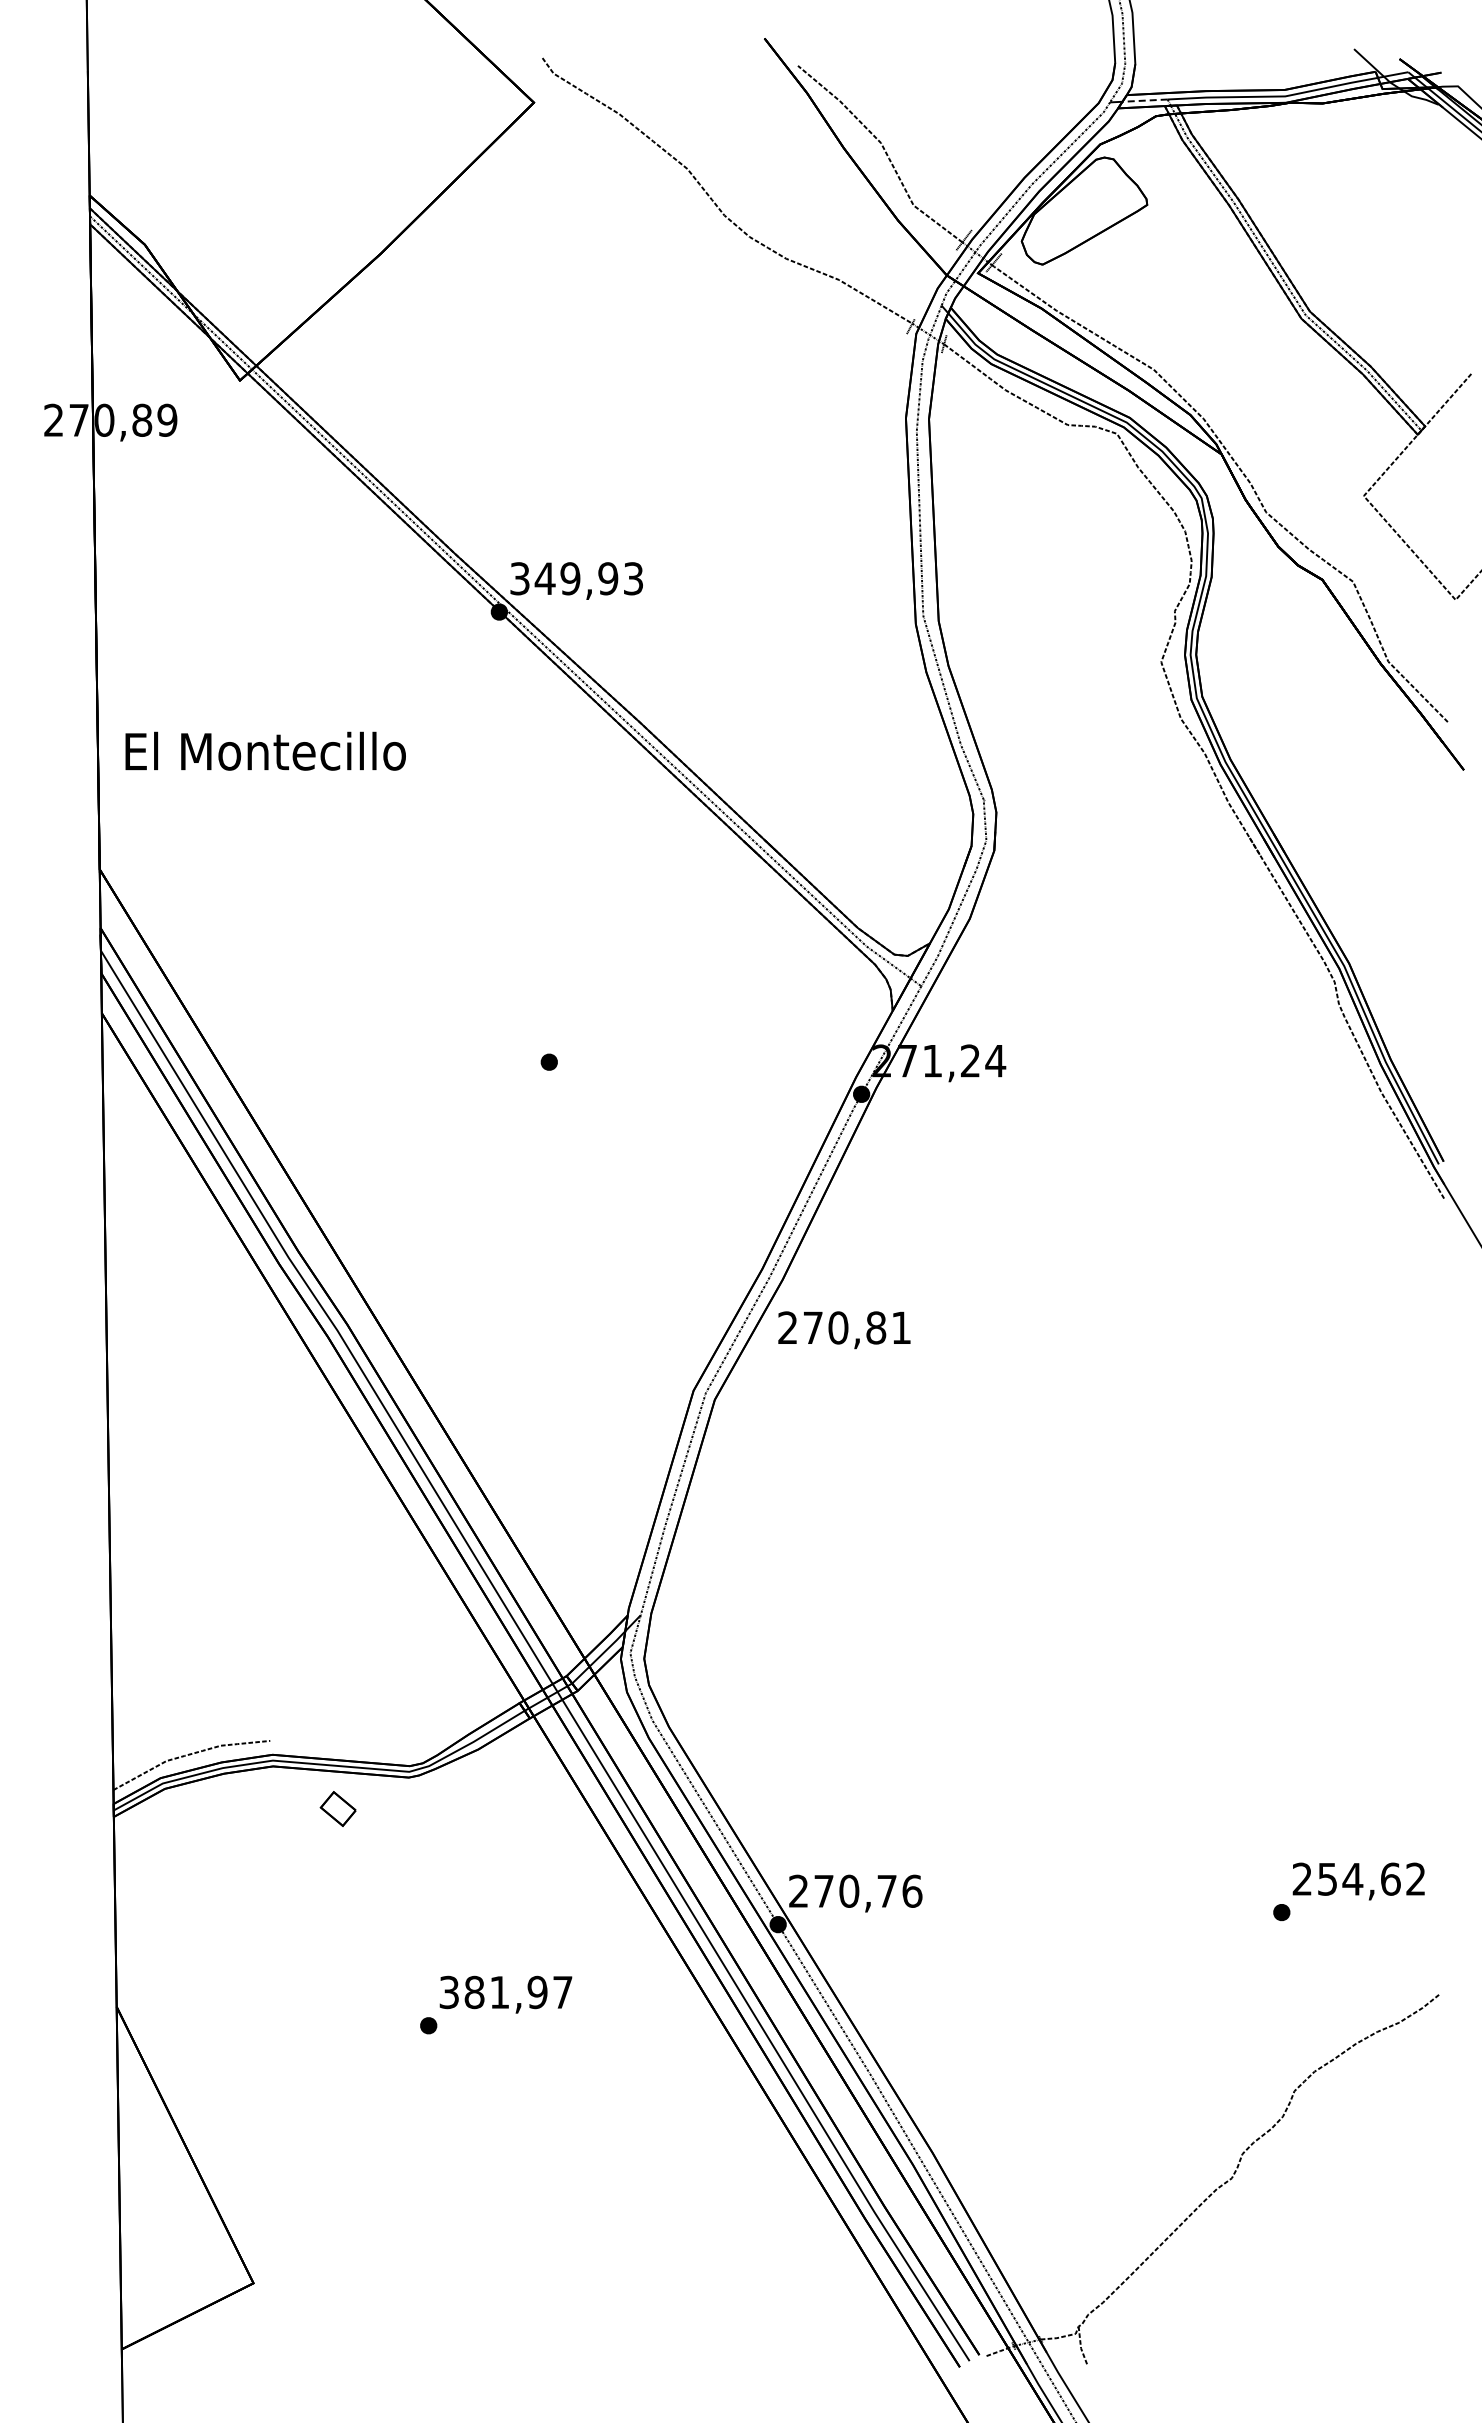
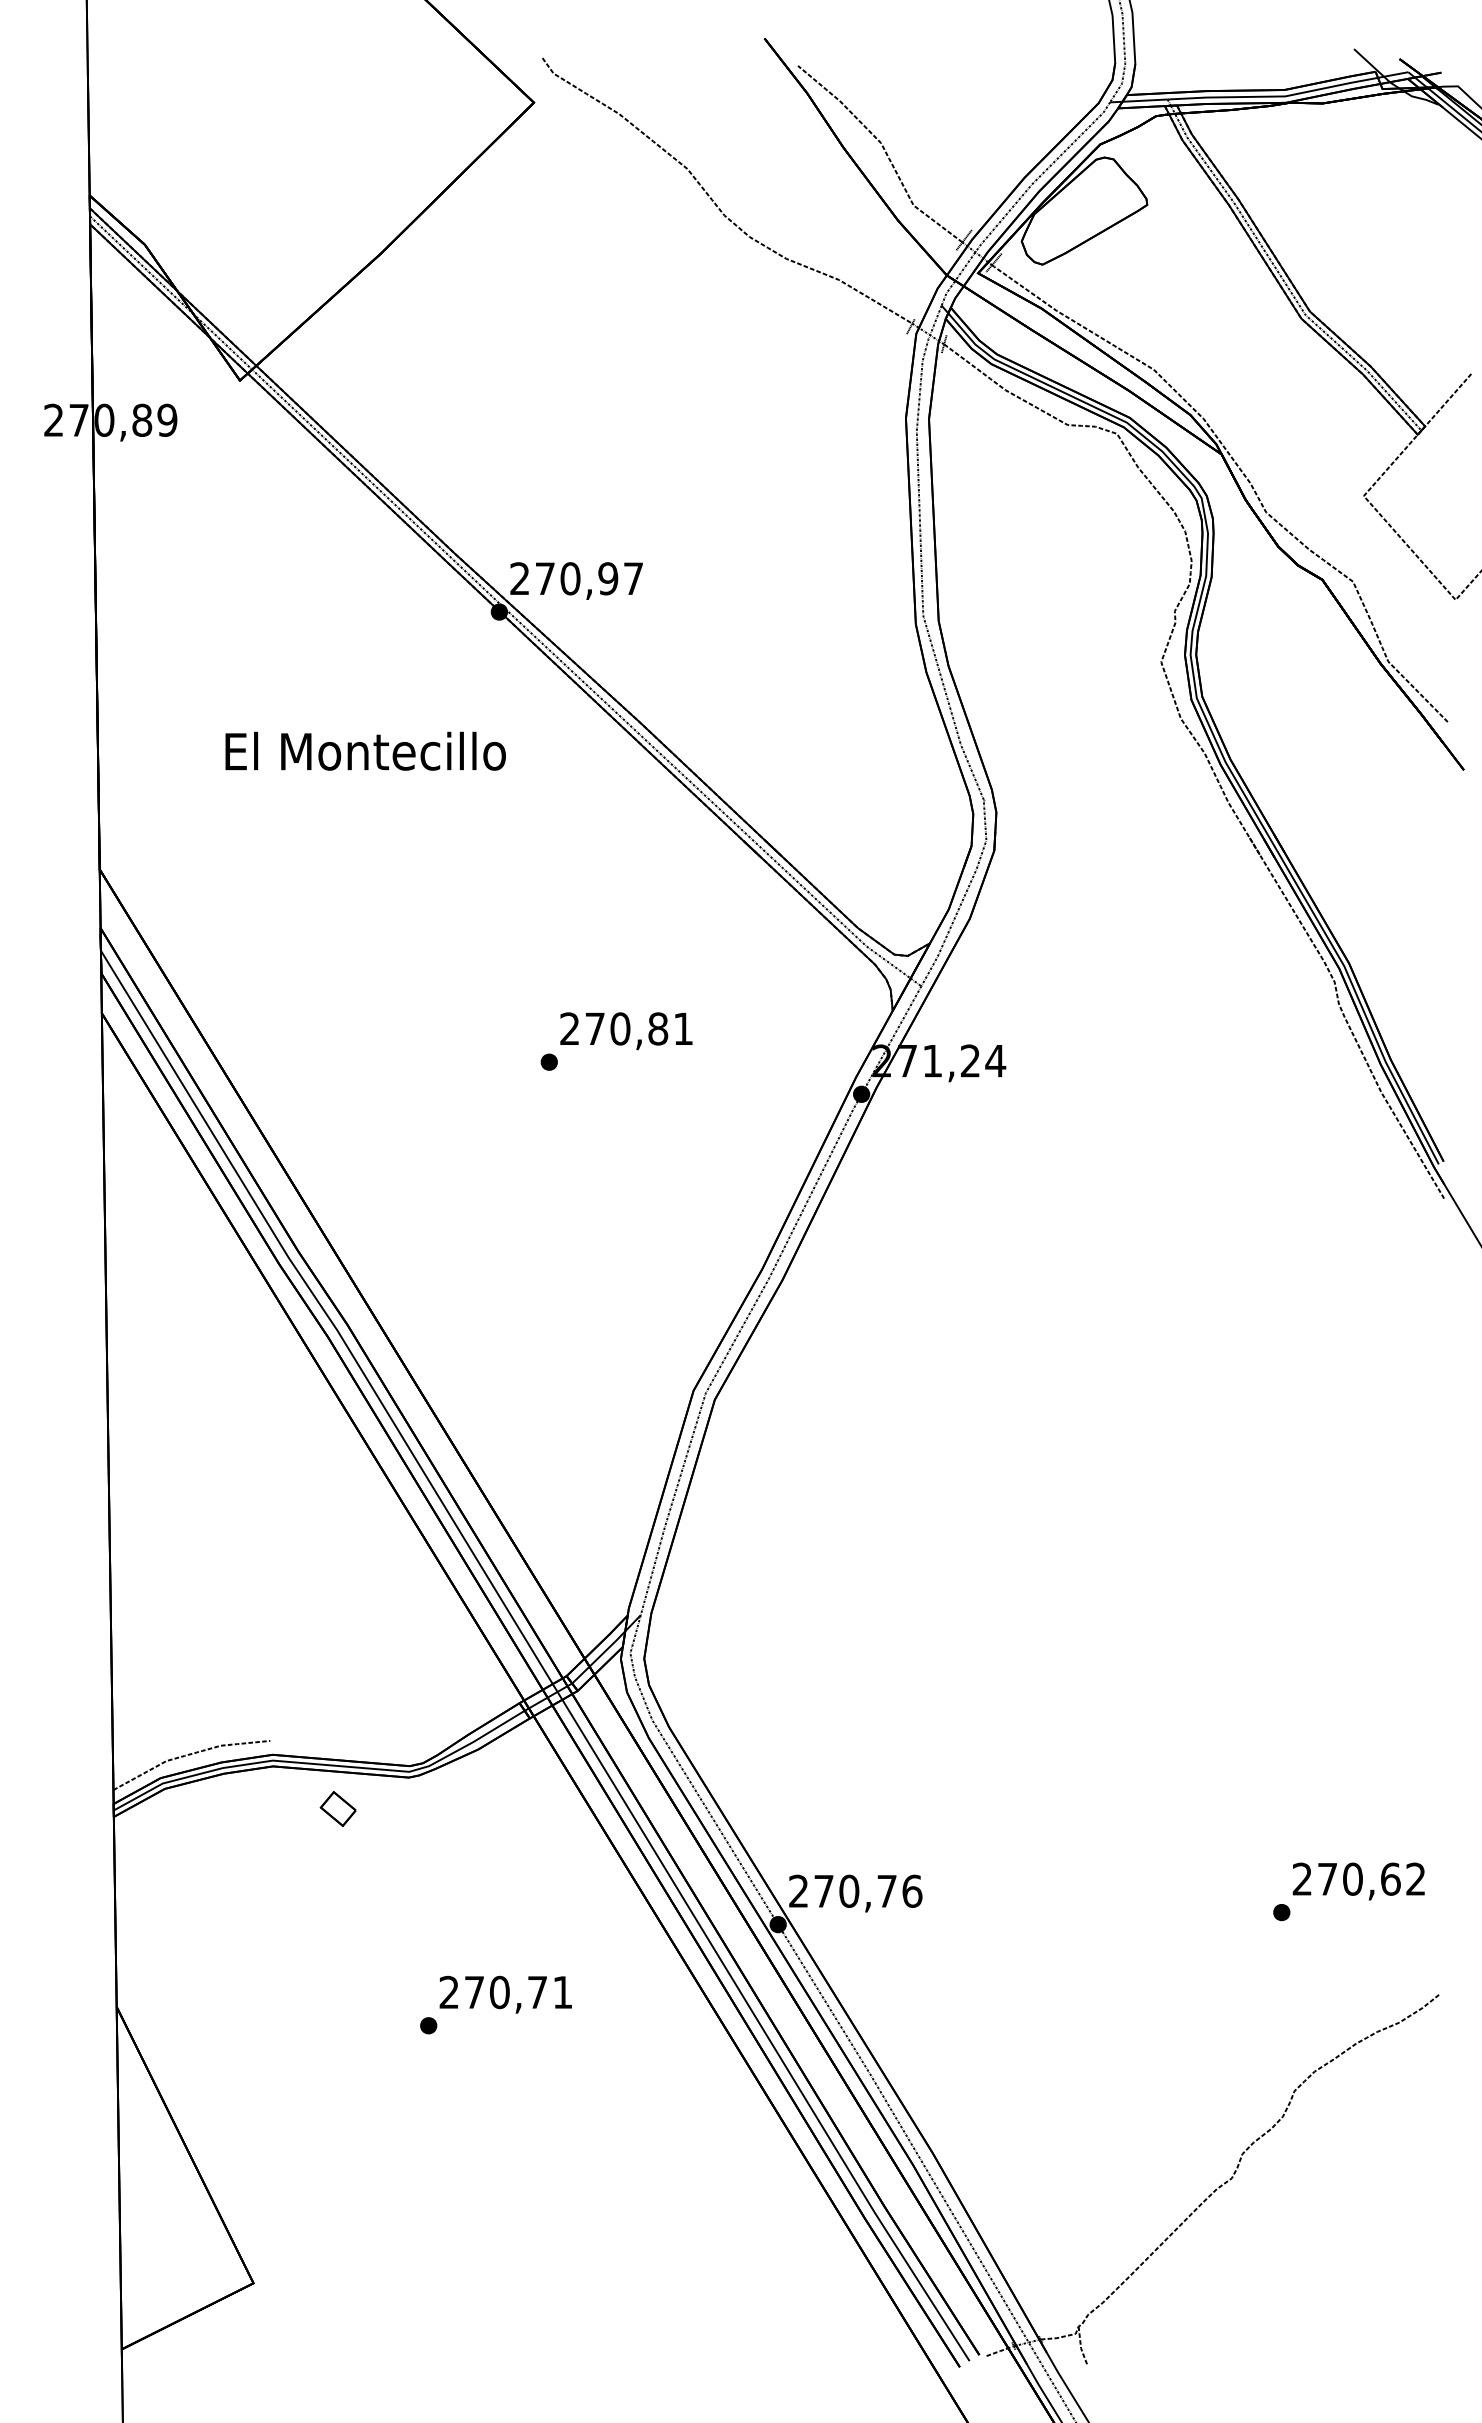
line at (1145, 100): dashed -> solid
text at (576, 578): 349,93 -> 270,97
text at (265, 750) position: (265, 750) -> (365, 750)
text at (844, 1330) position: (844, 1330) -> (626, 1031)
text at (1340, 1878): 254,62 -> 270,62
text at (505, 1992): 381,97 -> 270,71
